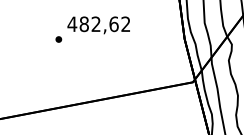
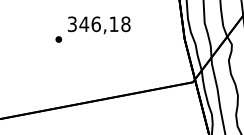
text at (98, 24): 482,62 -> 346,18
